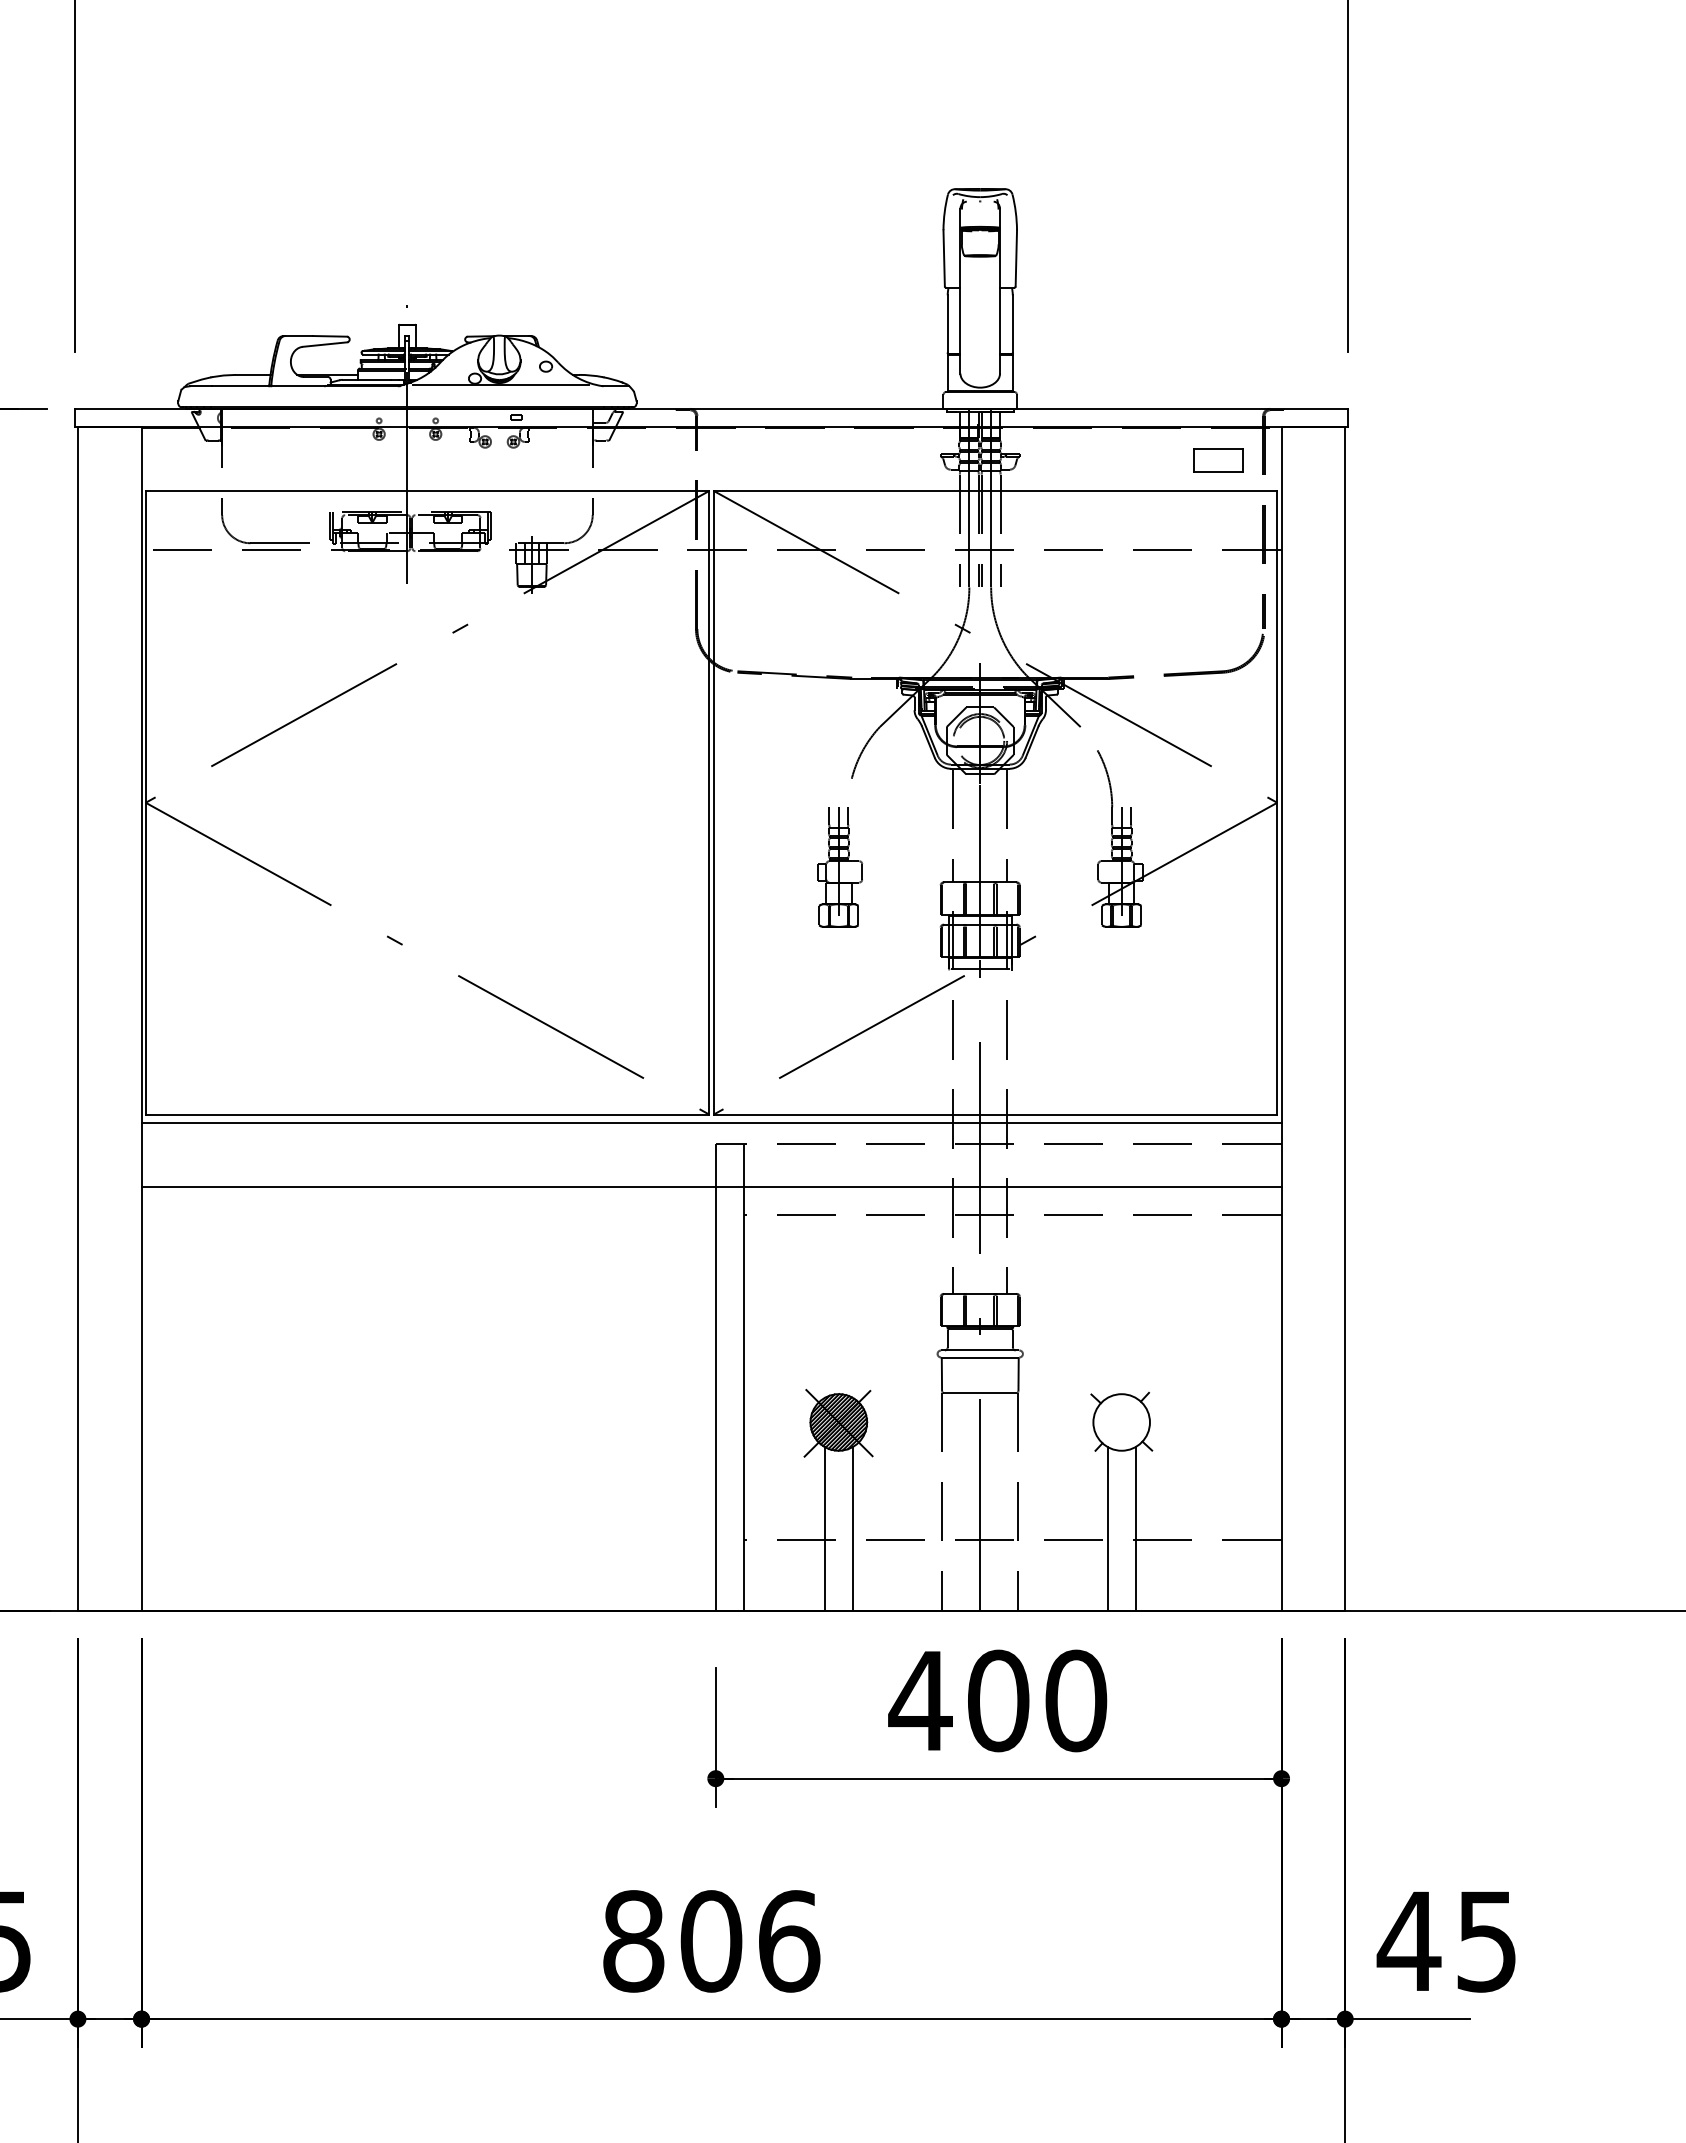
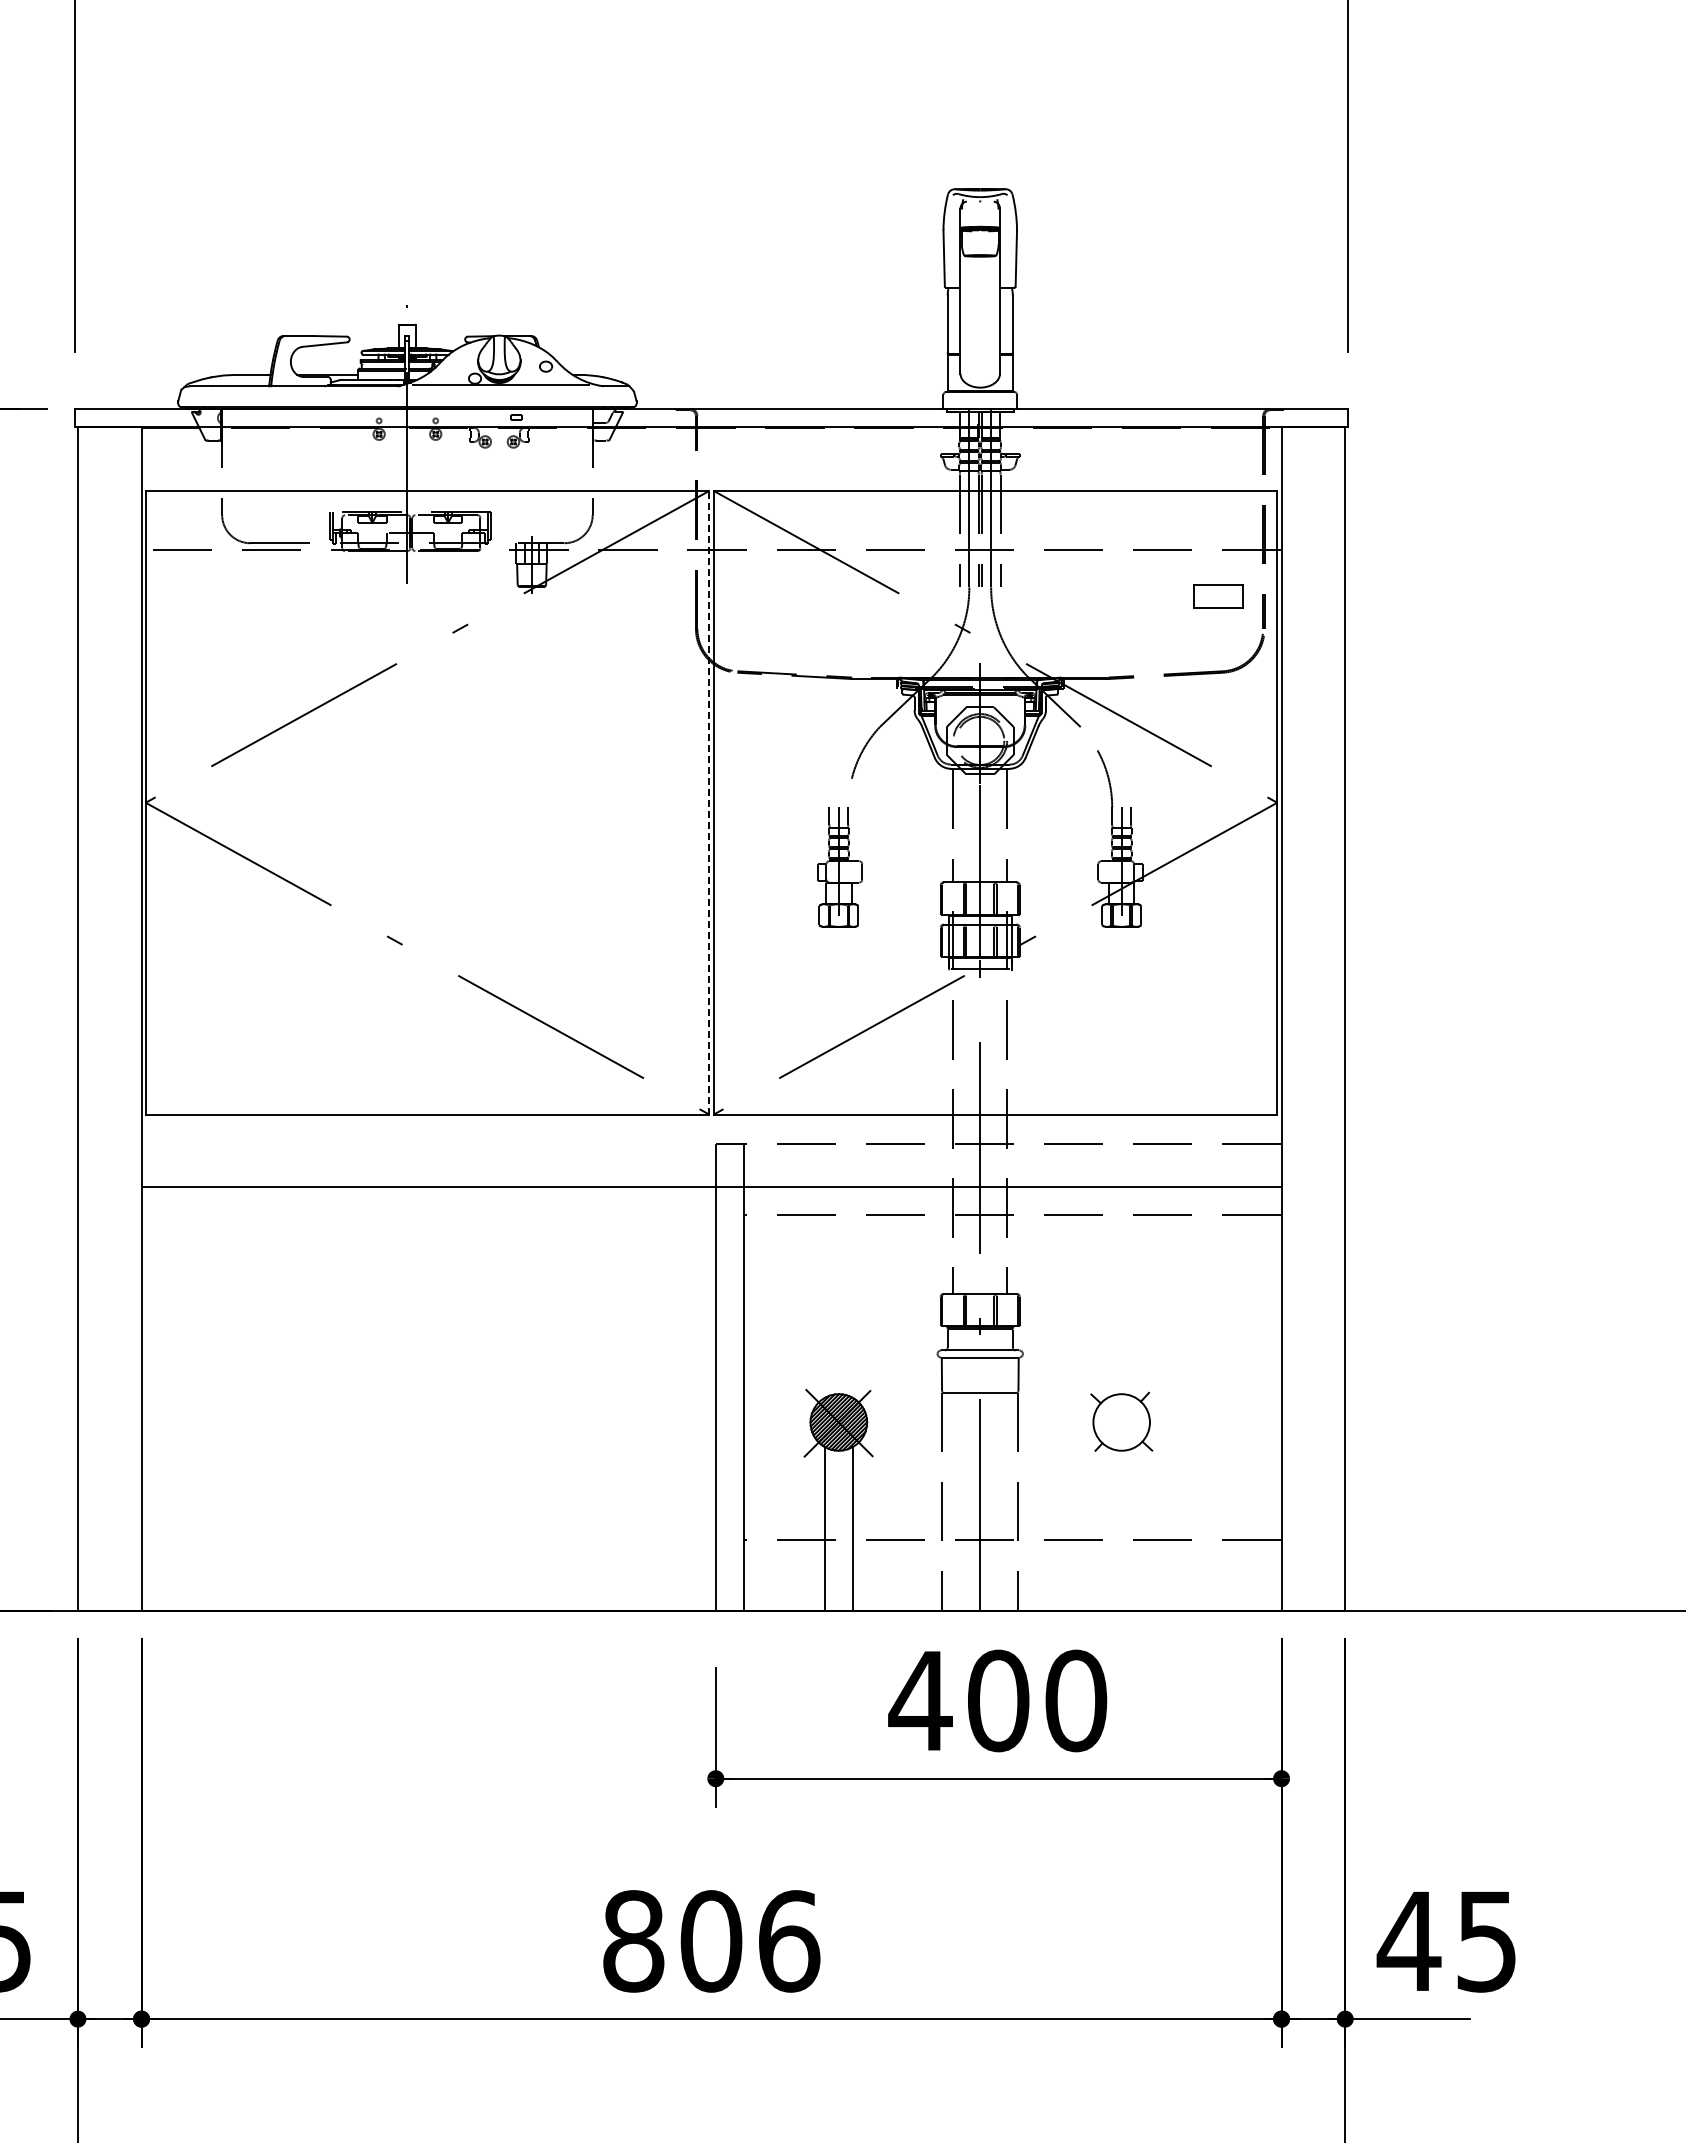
part at (1218, 460) position: (1218, 460) -> (1218, 596)
line at (709, 802): solid -> dashed
line at (711, 1123): present -> none
line at (1107, 1528): present -> none
line at (1135, 1528): present -> none
